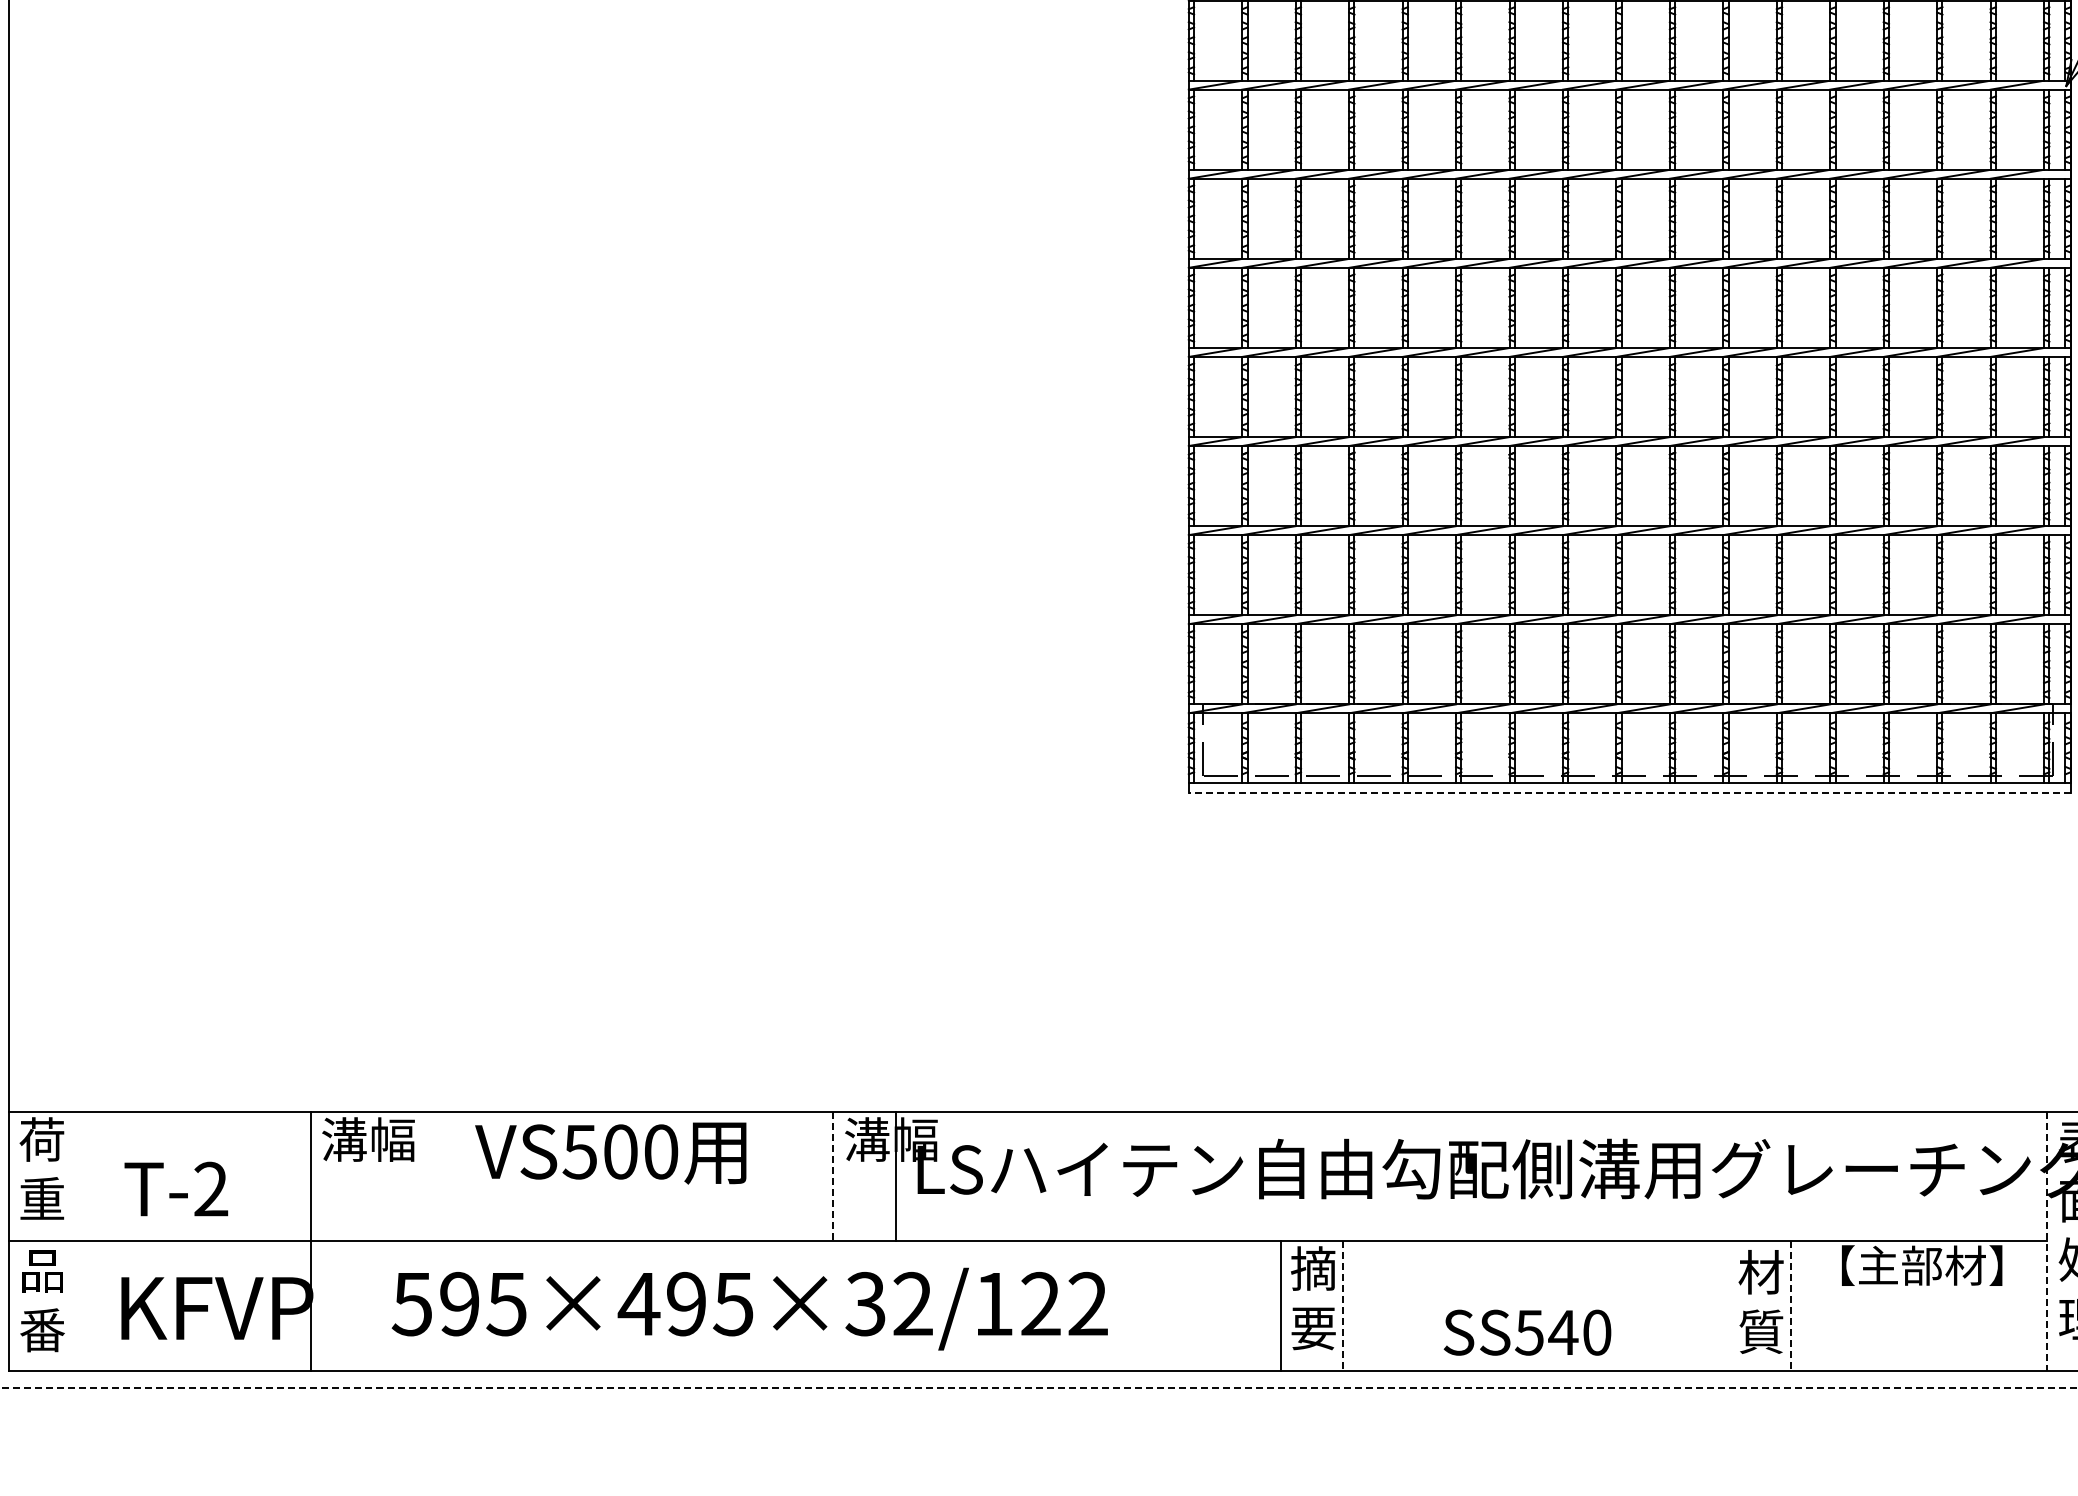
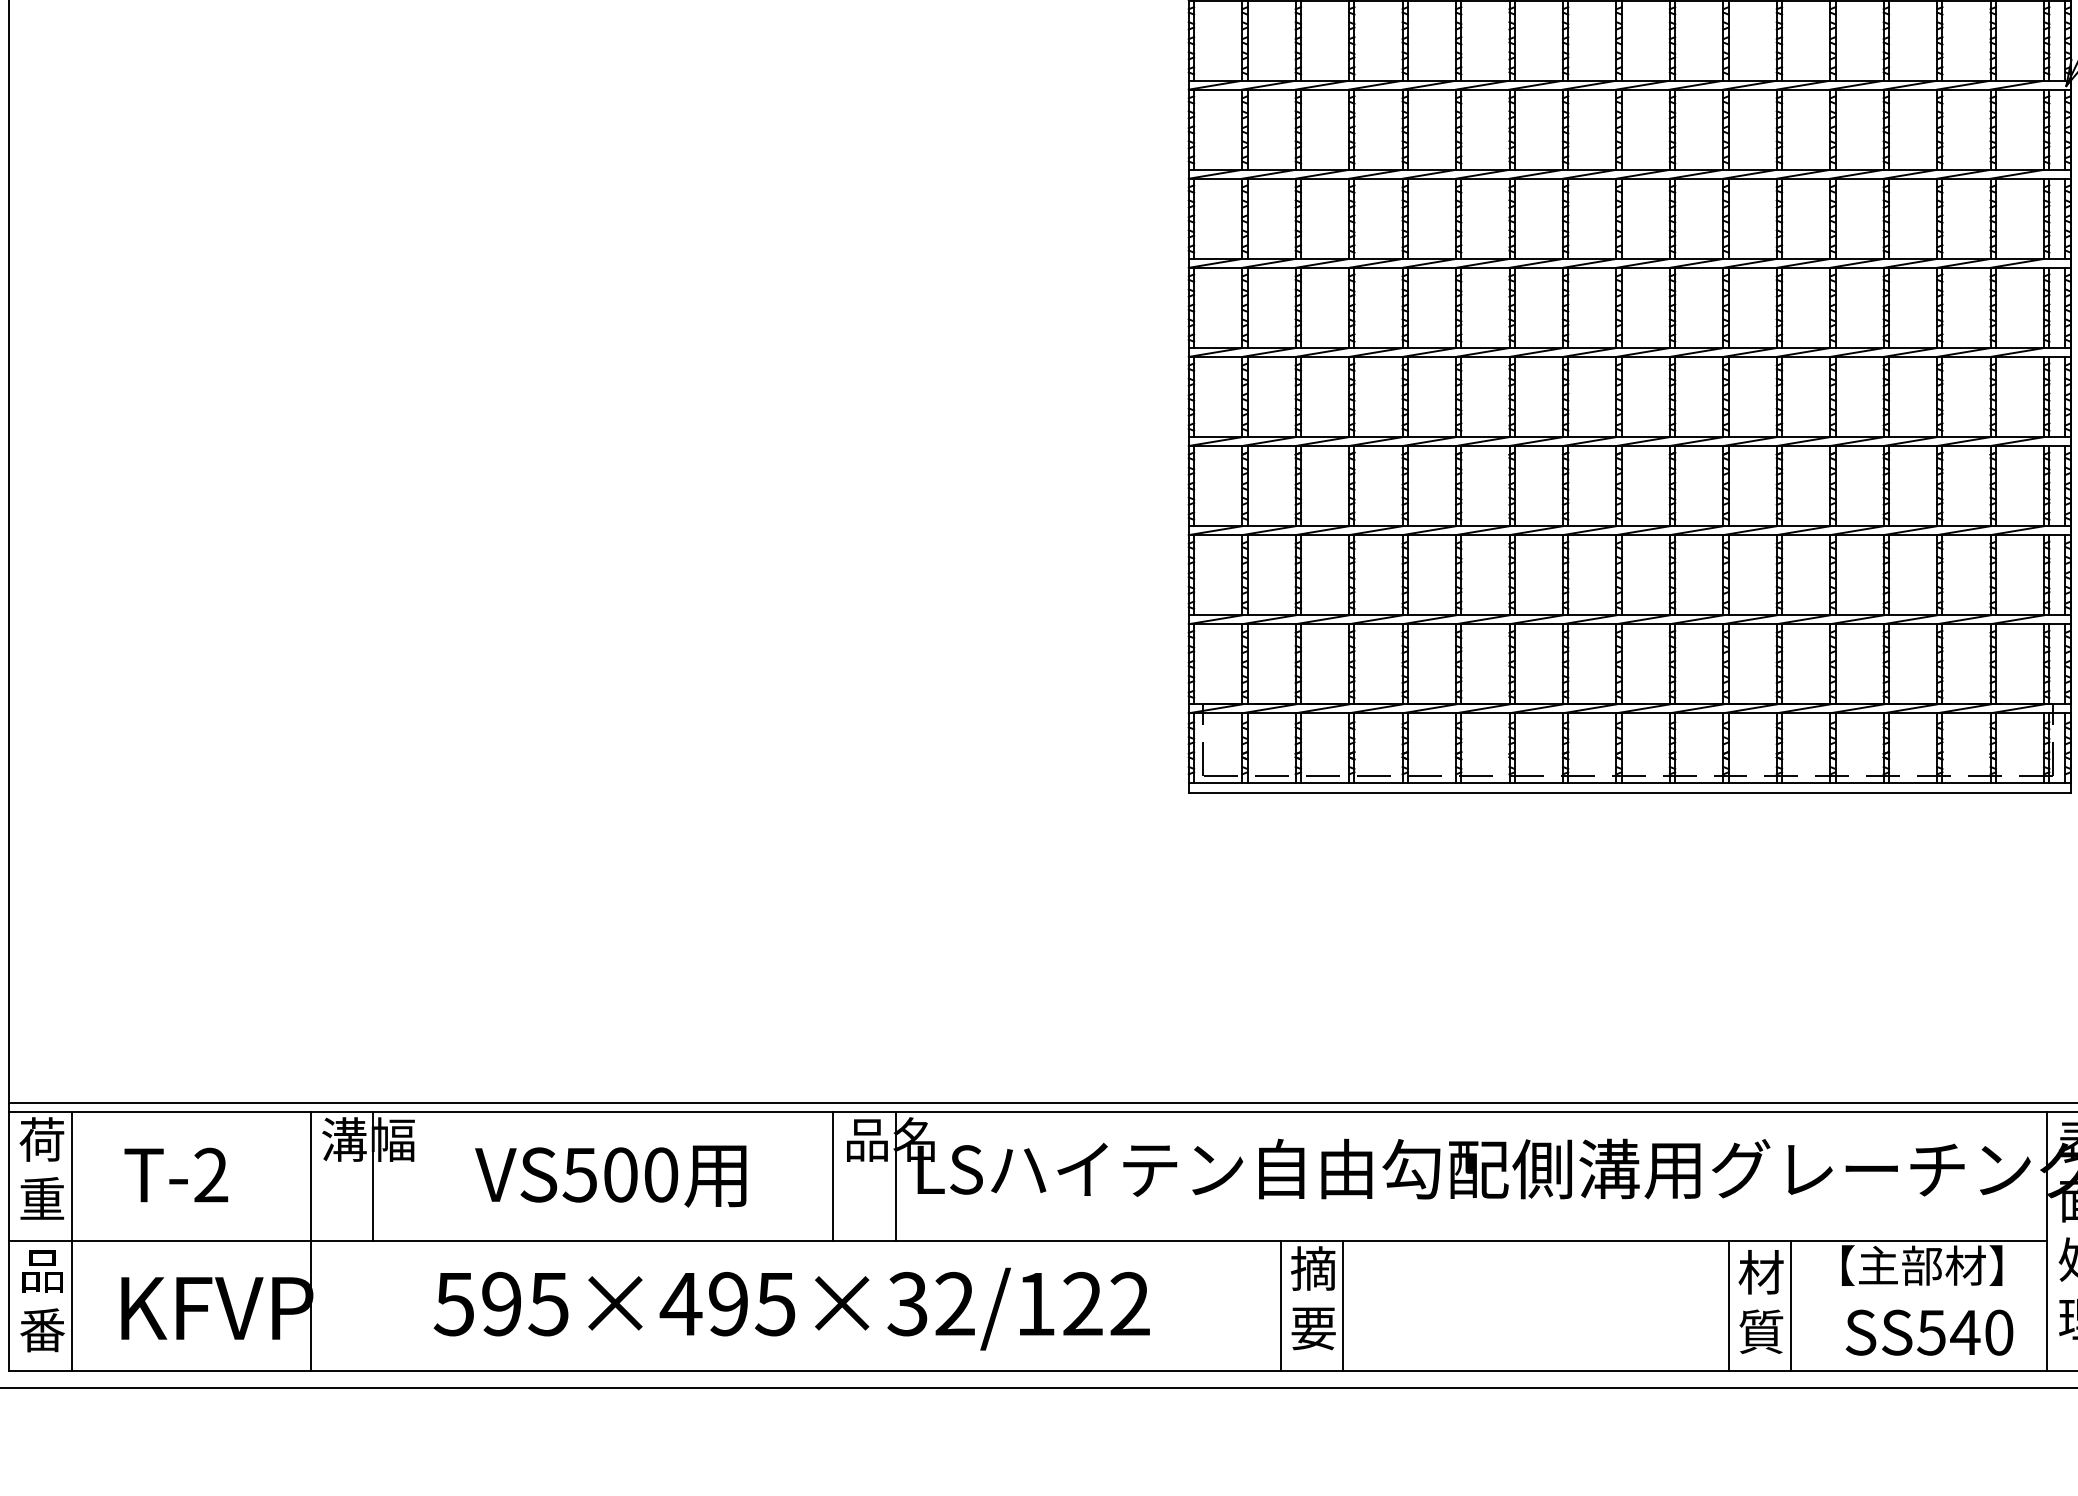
line at (1629, 793): dashed -> solid
line at (1041, 1103): none -> present
text at (891, 1139): 溝幅 -> 品名
text at (610, 1153) position: (610, 1153) -> (610, 1176)
line at (372, 1176): none -> present
line at (833, 1176): dashed -> solid
text at (176, 1188) position: (176, 1188) -> (176, 1174)
line at (71, 1240): none -> present
line at (2046, 1241): dashed -> solid
line at (1343, 1305): dashed -> solid
line at (1728, 1305): none -> present
line at (1790, 1305): dashed -> solid
text at (749, 1308) position: (749, 1308) -> (791, 1308)
text at (1527, 1332) position: (1527, 1332) -> (1929, 1332)
line at (1039, 1388): dashed -> solid
